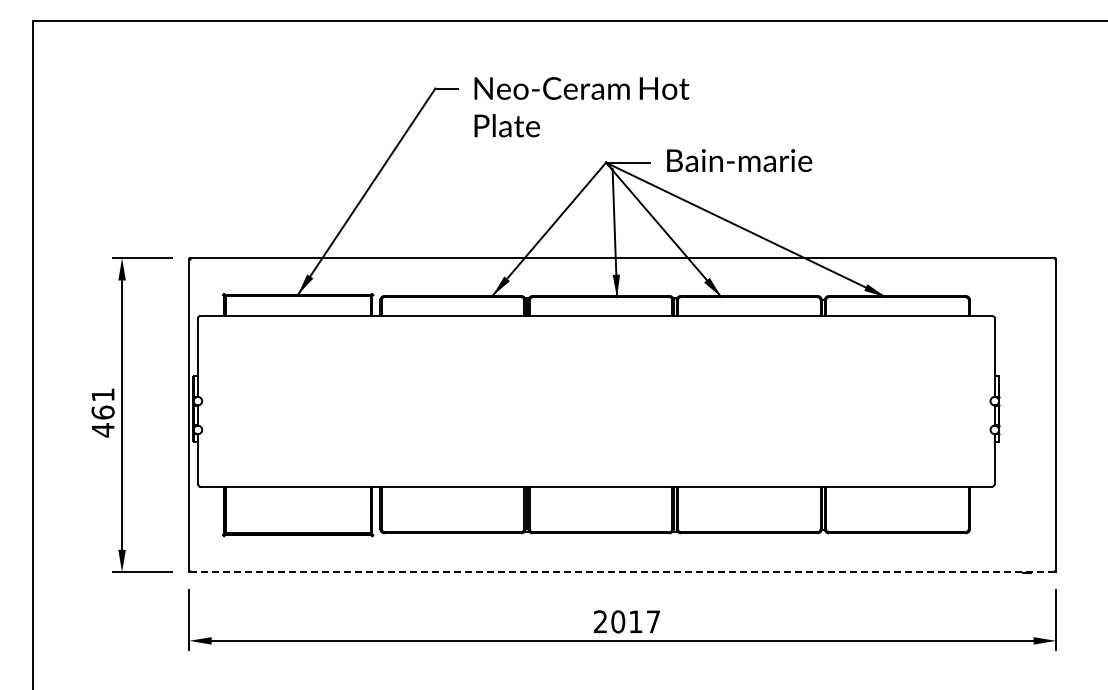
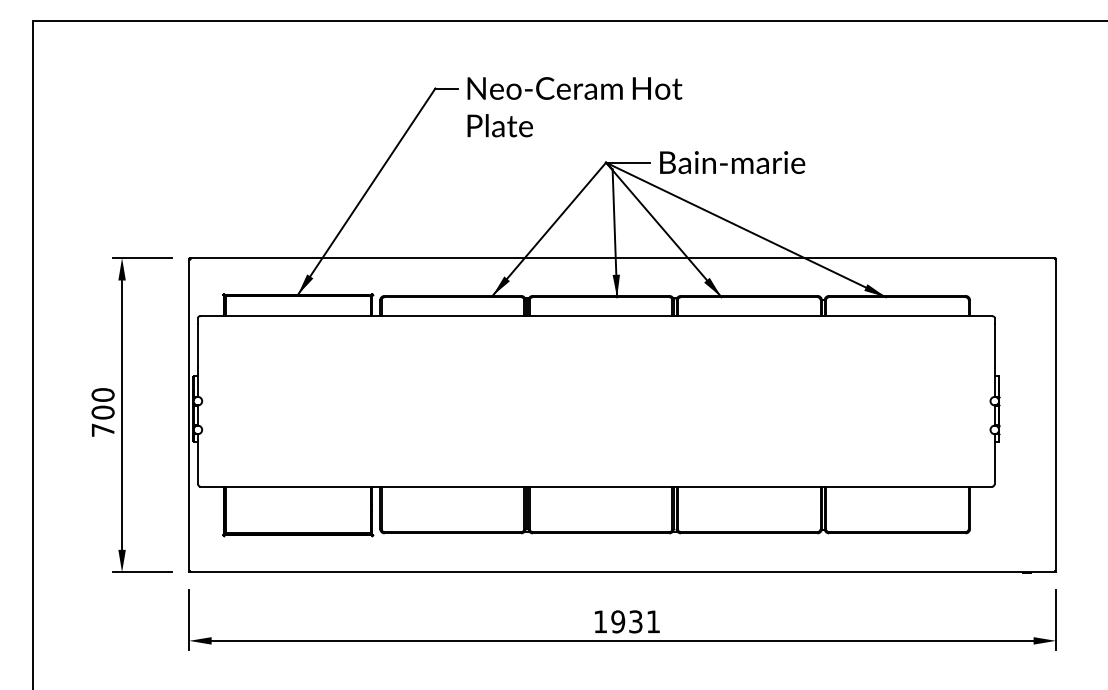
text at (581, 107) position: (581, 107) -> (574, 107)
text at (739, 160) position: (739, 160) -> (732, 162)
text at (102, 412): 461 -> 700
line at (622, 572): dashed -> solid
text at (626, 621): 2017 -> 1931
